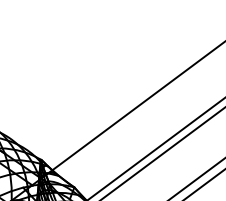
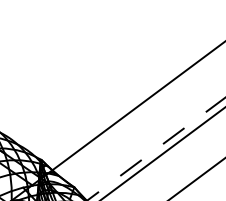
line at (156, 148): solid -> dashed
line at (204, 184): present -> none
